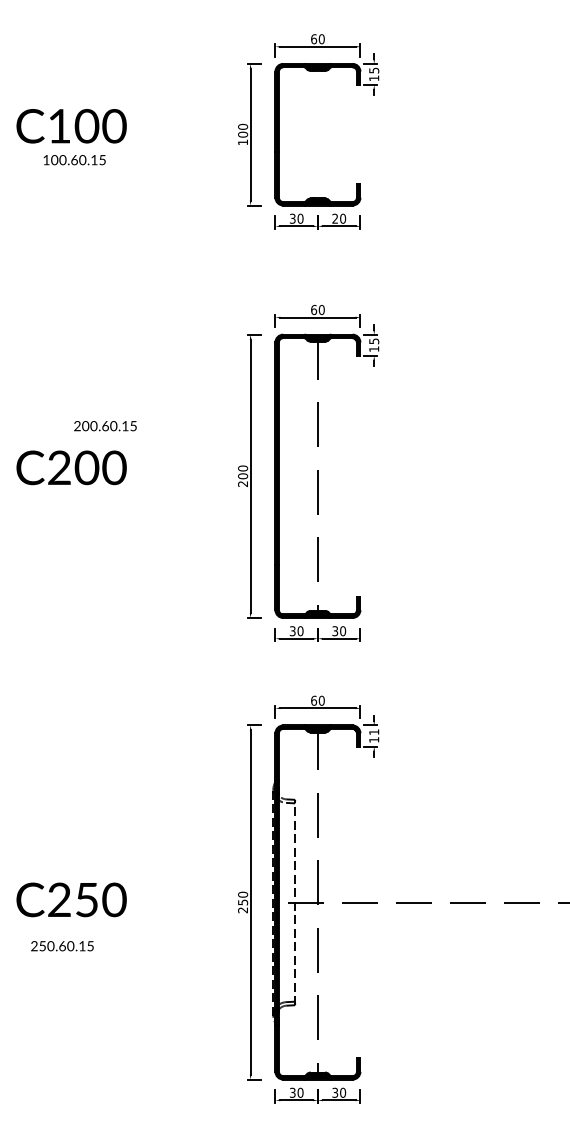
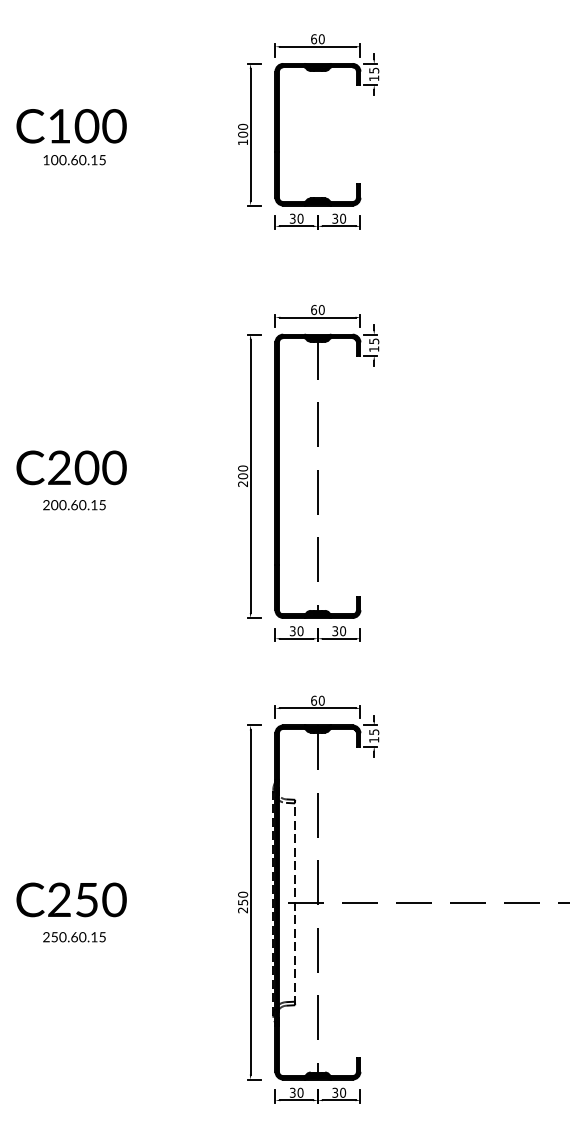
text at (335, 218): 20 -> 30
text at (105, 426) position: (105, 426) -> (74, 505)
text at (374, 732): 11 -> 15
text at (62, 946) position: (62, 946) -> (74, 937)
